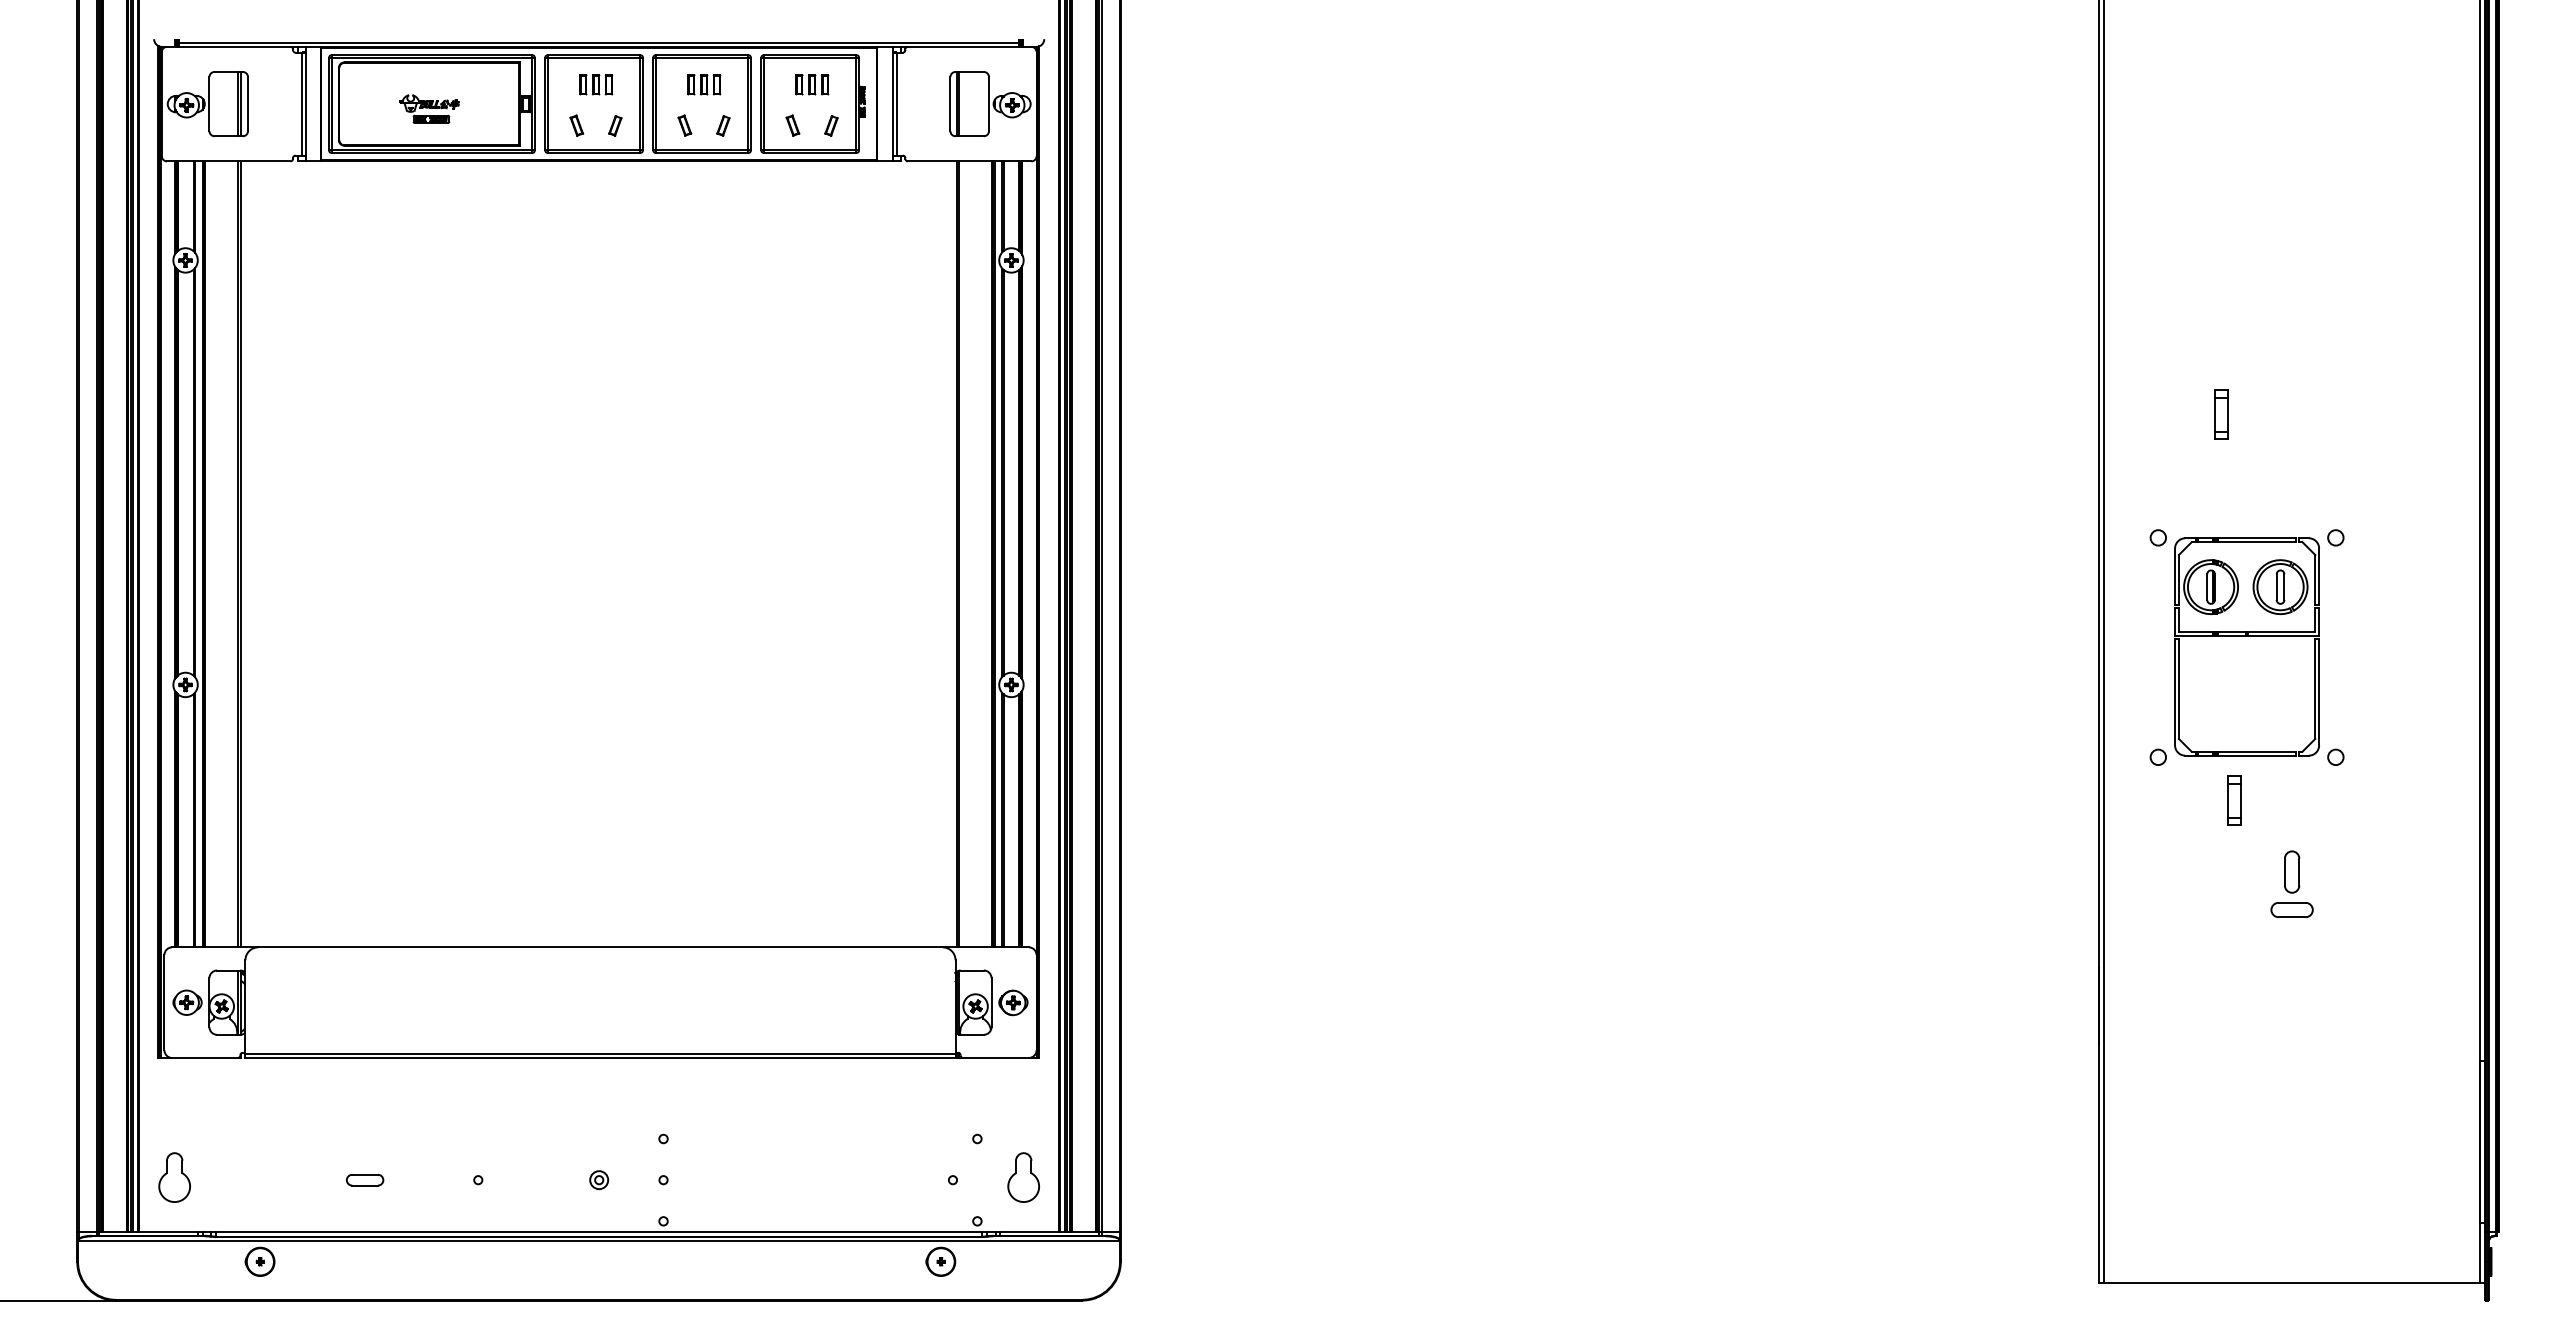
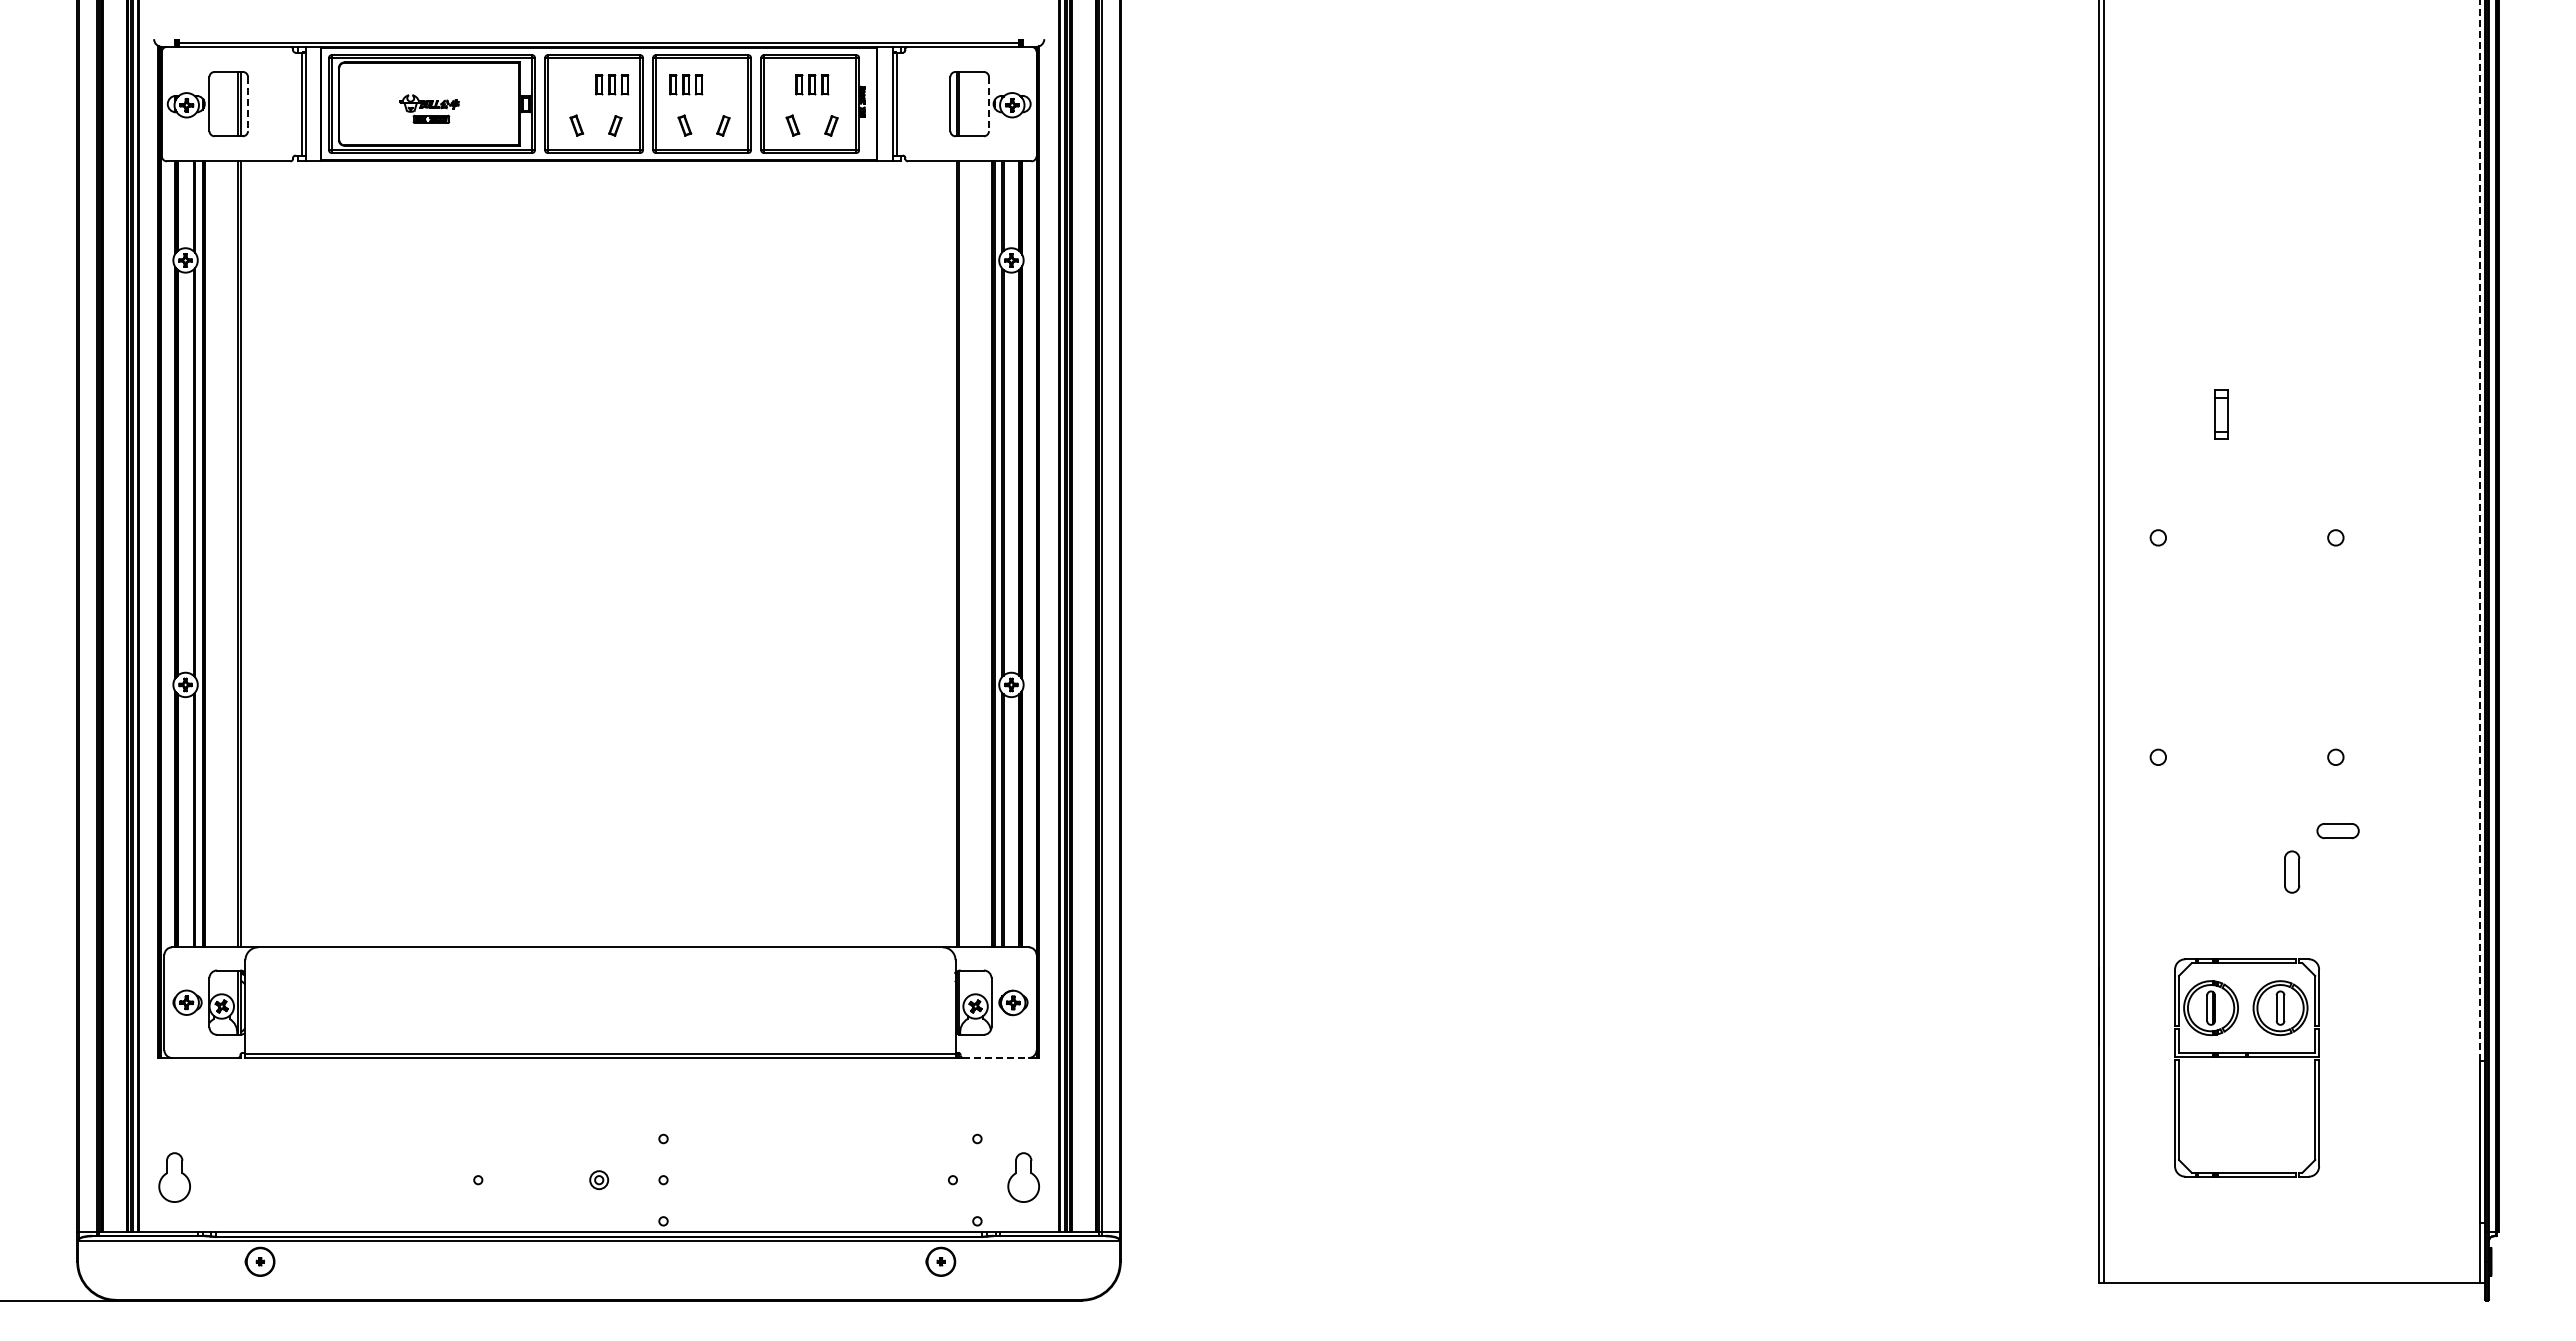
part at (596, 84) position: (596, 84) -> (612, 84)
part at (704, 84) position: (704, 84) -> (686, 84)
line at (248, 104): solid -> dashed
line at (988, 104): solid -> dashed
line at (2480, 530): solid -> dashed
part at (2246, 636) position: (2246, 636) -> (2246, 1057)
part at (2234, 800): present -> none
part at (2291, 910) position: (2291, 910) -> (2337, 831)
line at (996, 1057): solid -> dashed
part at (365, 1179): present -> none
